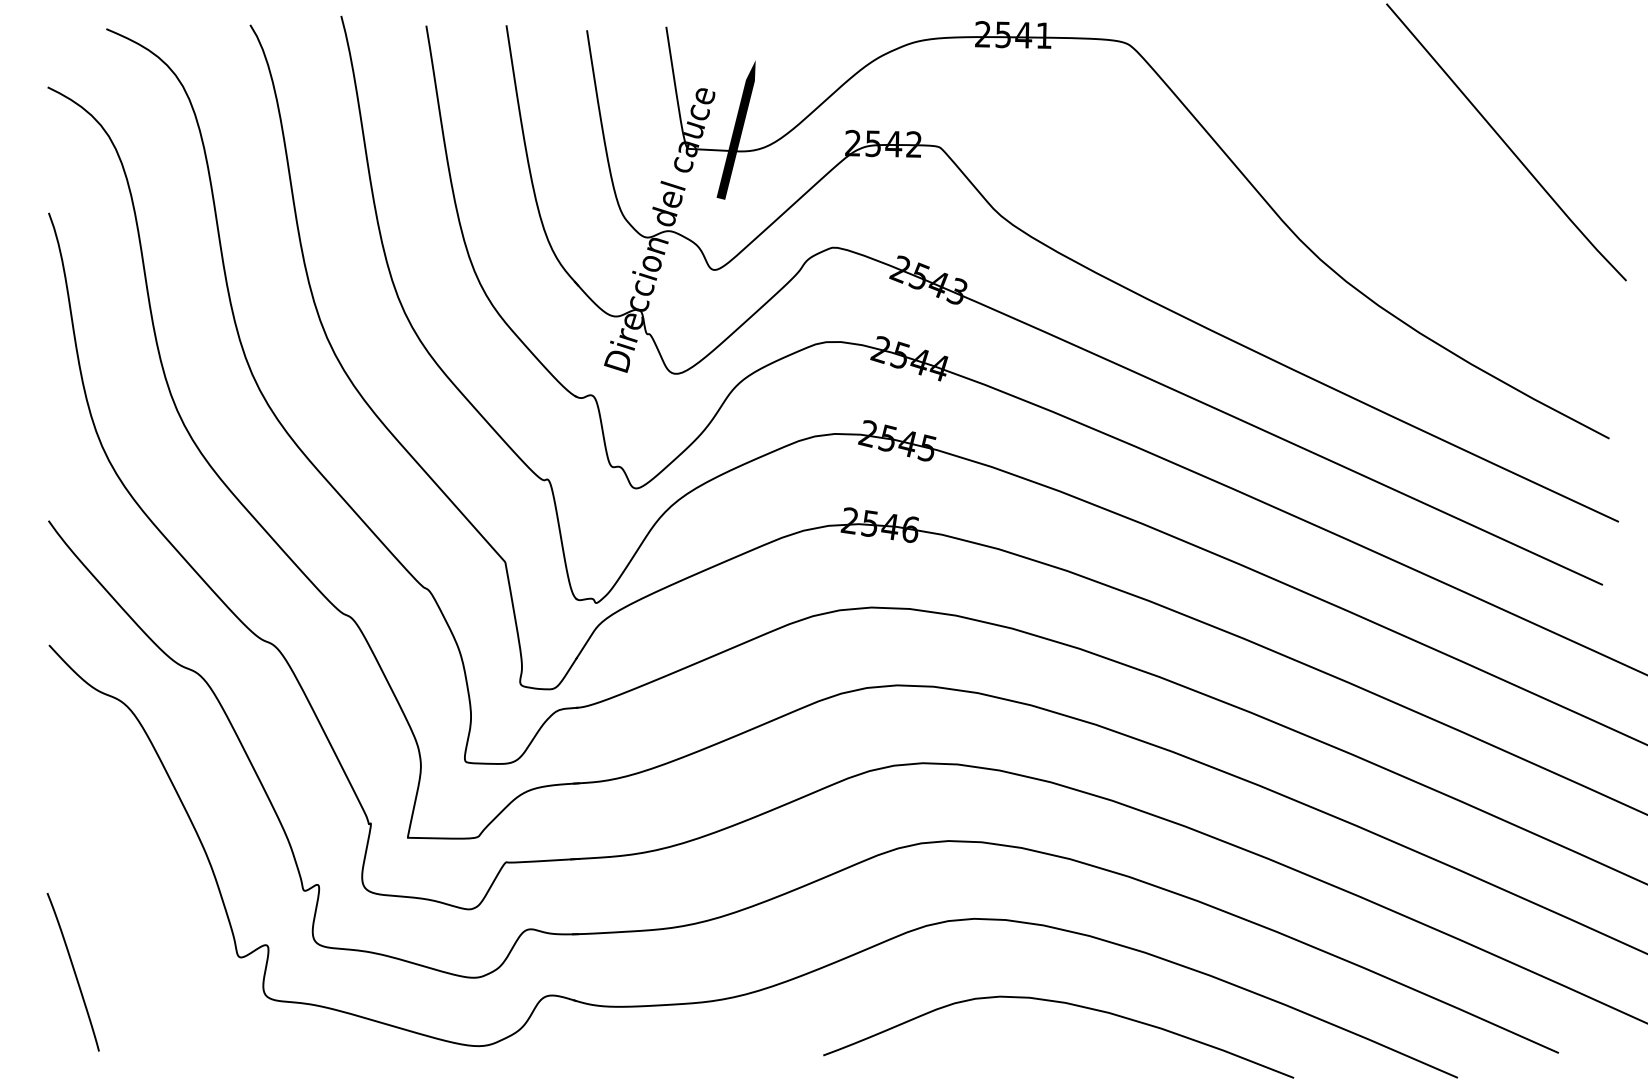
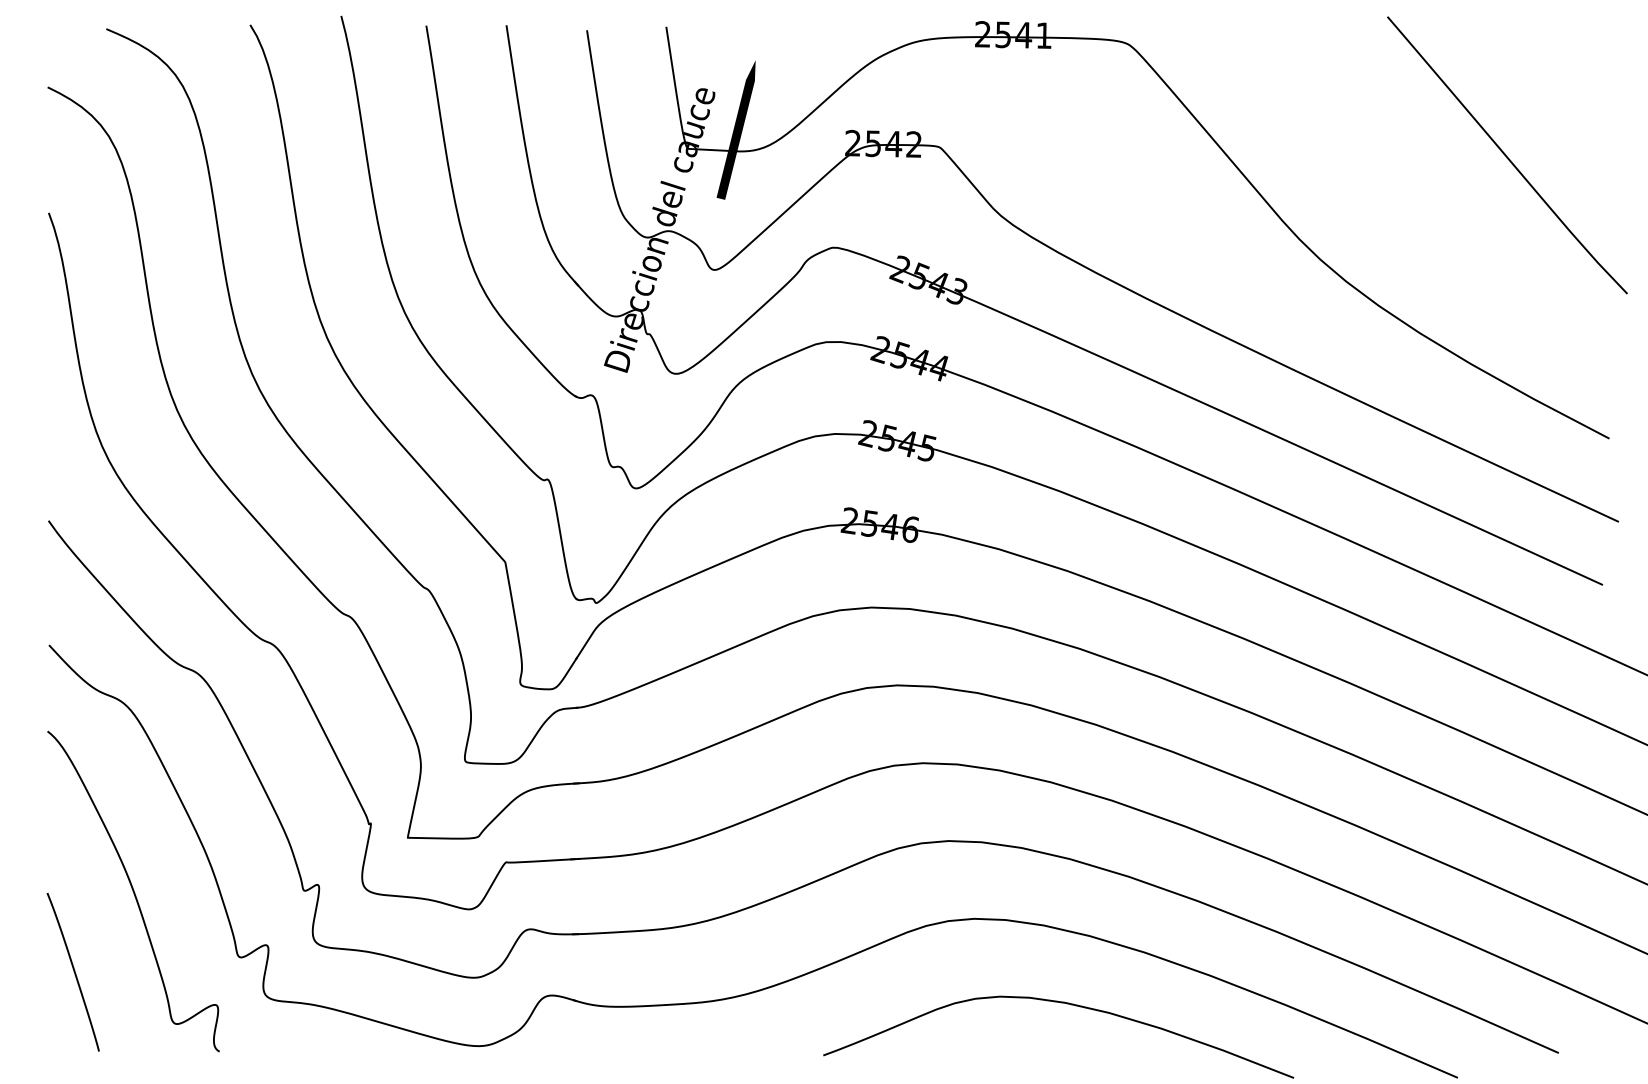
curve at (1505, 142) position: (1505, 142) -> (1506, 155)
curve at (133, 891): none -> present
